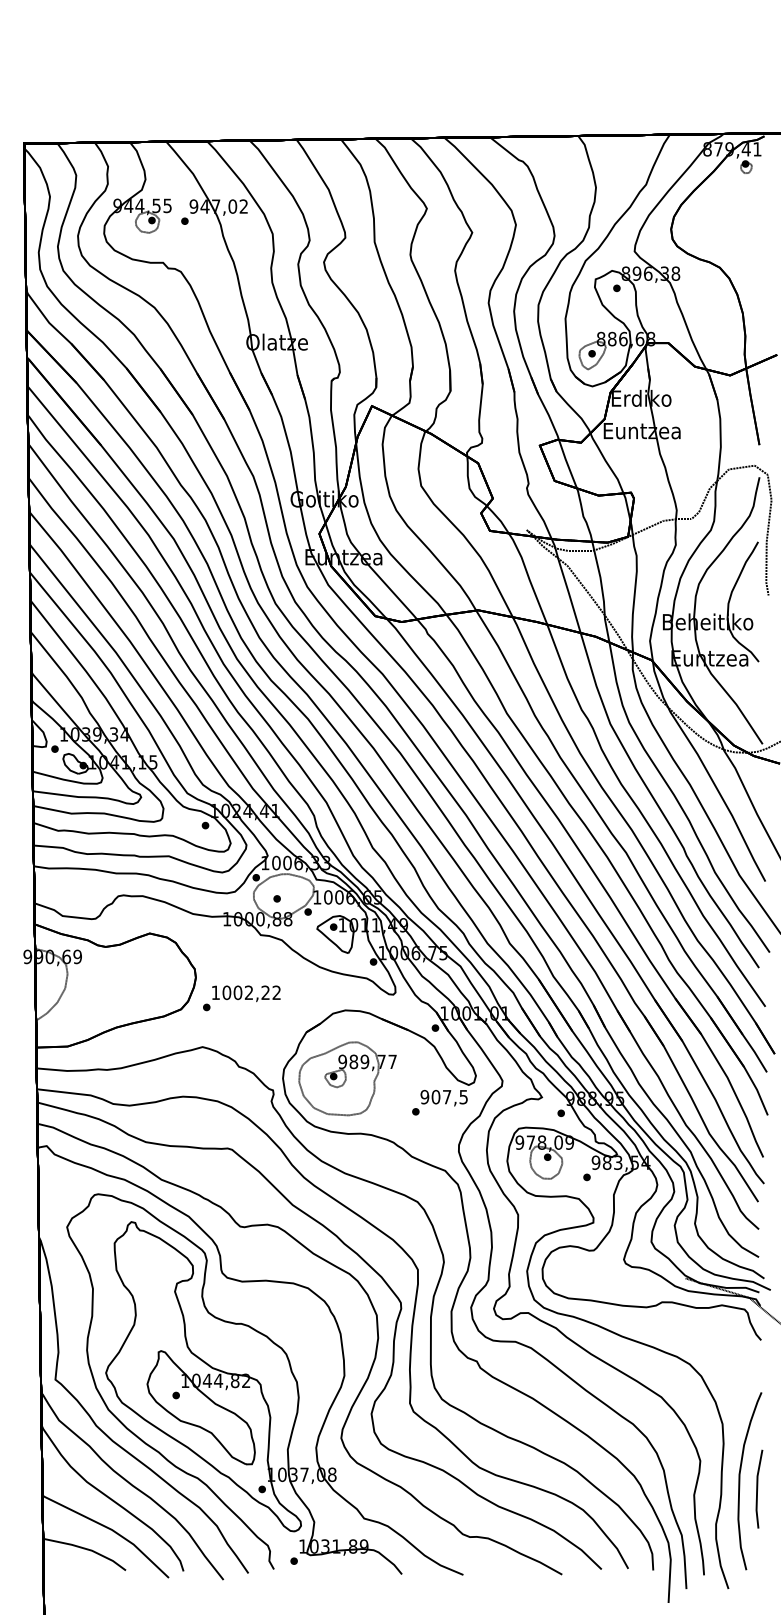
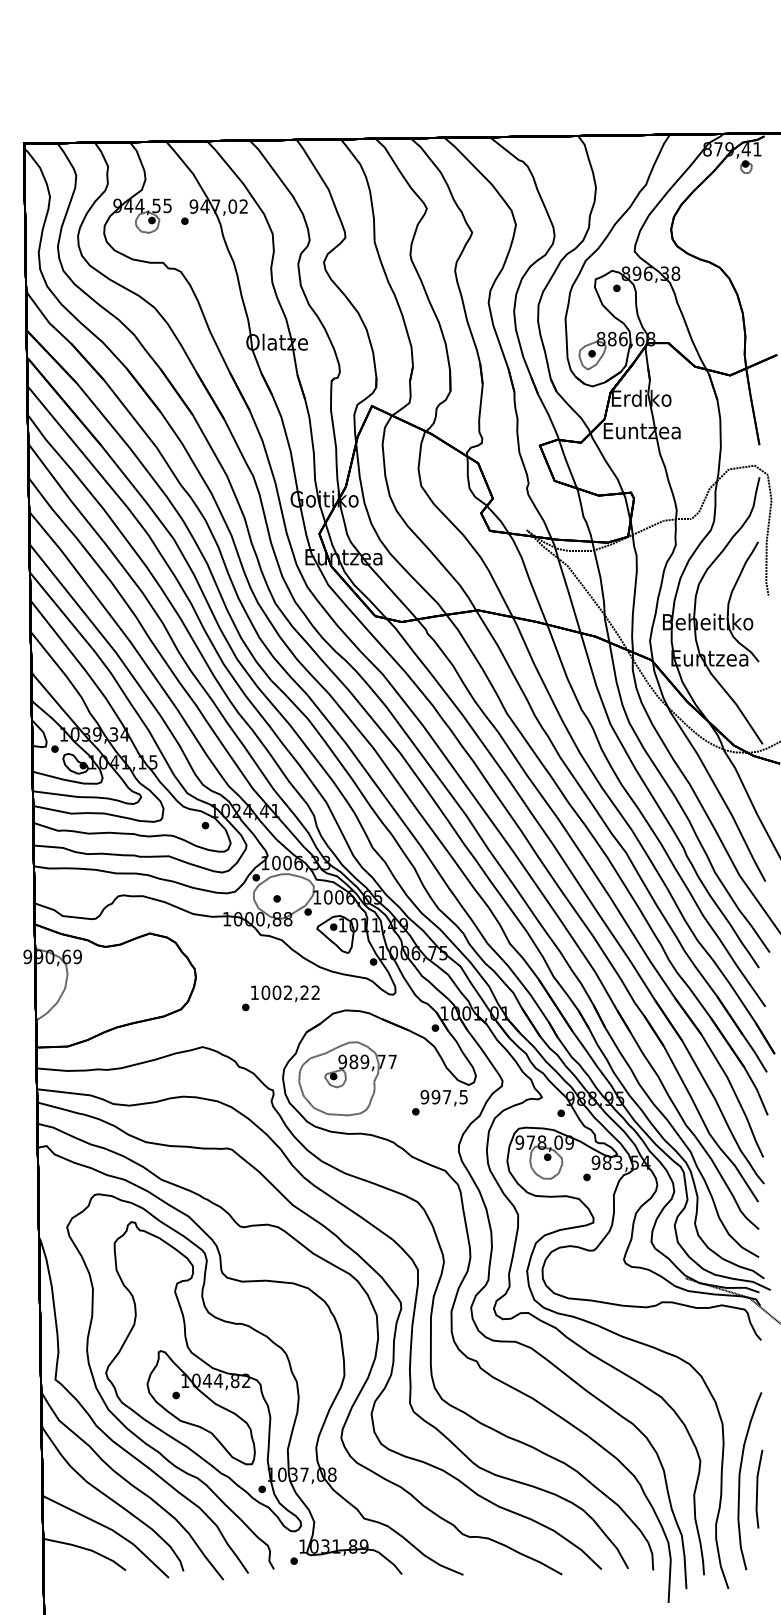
text at (241, 998) position: (241, 998) -> (280, 998)
text at (435, 1097): 907,5 -> 997,5
